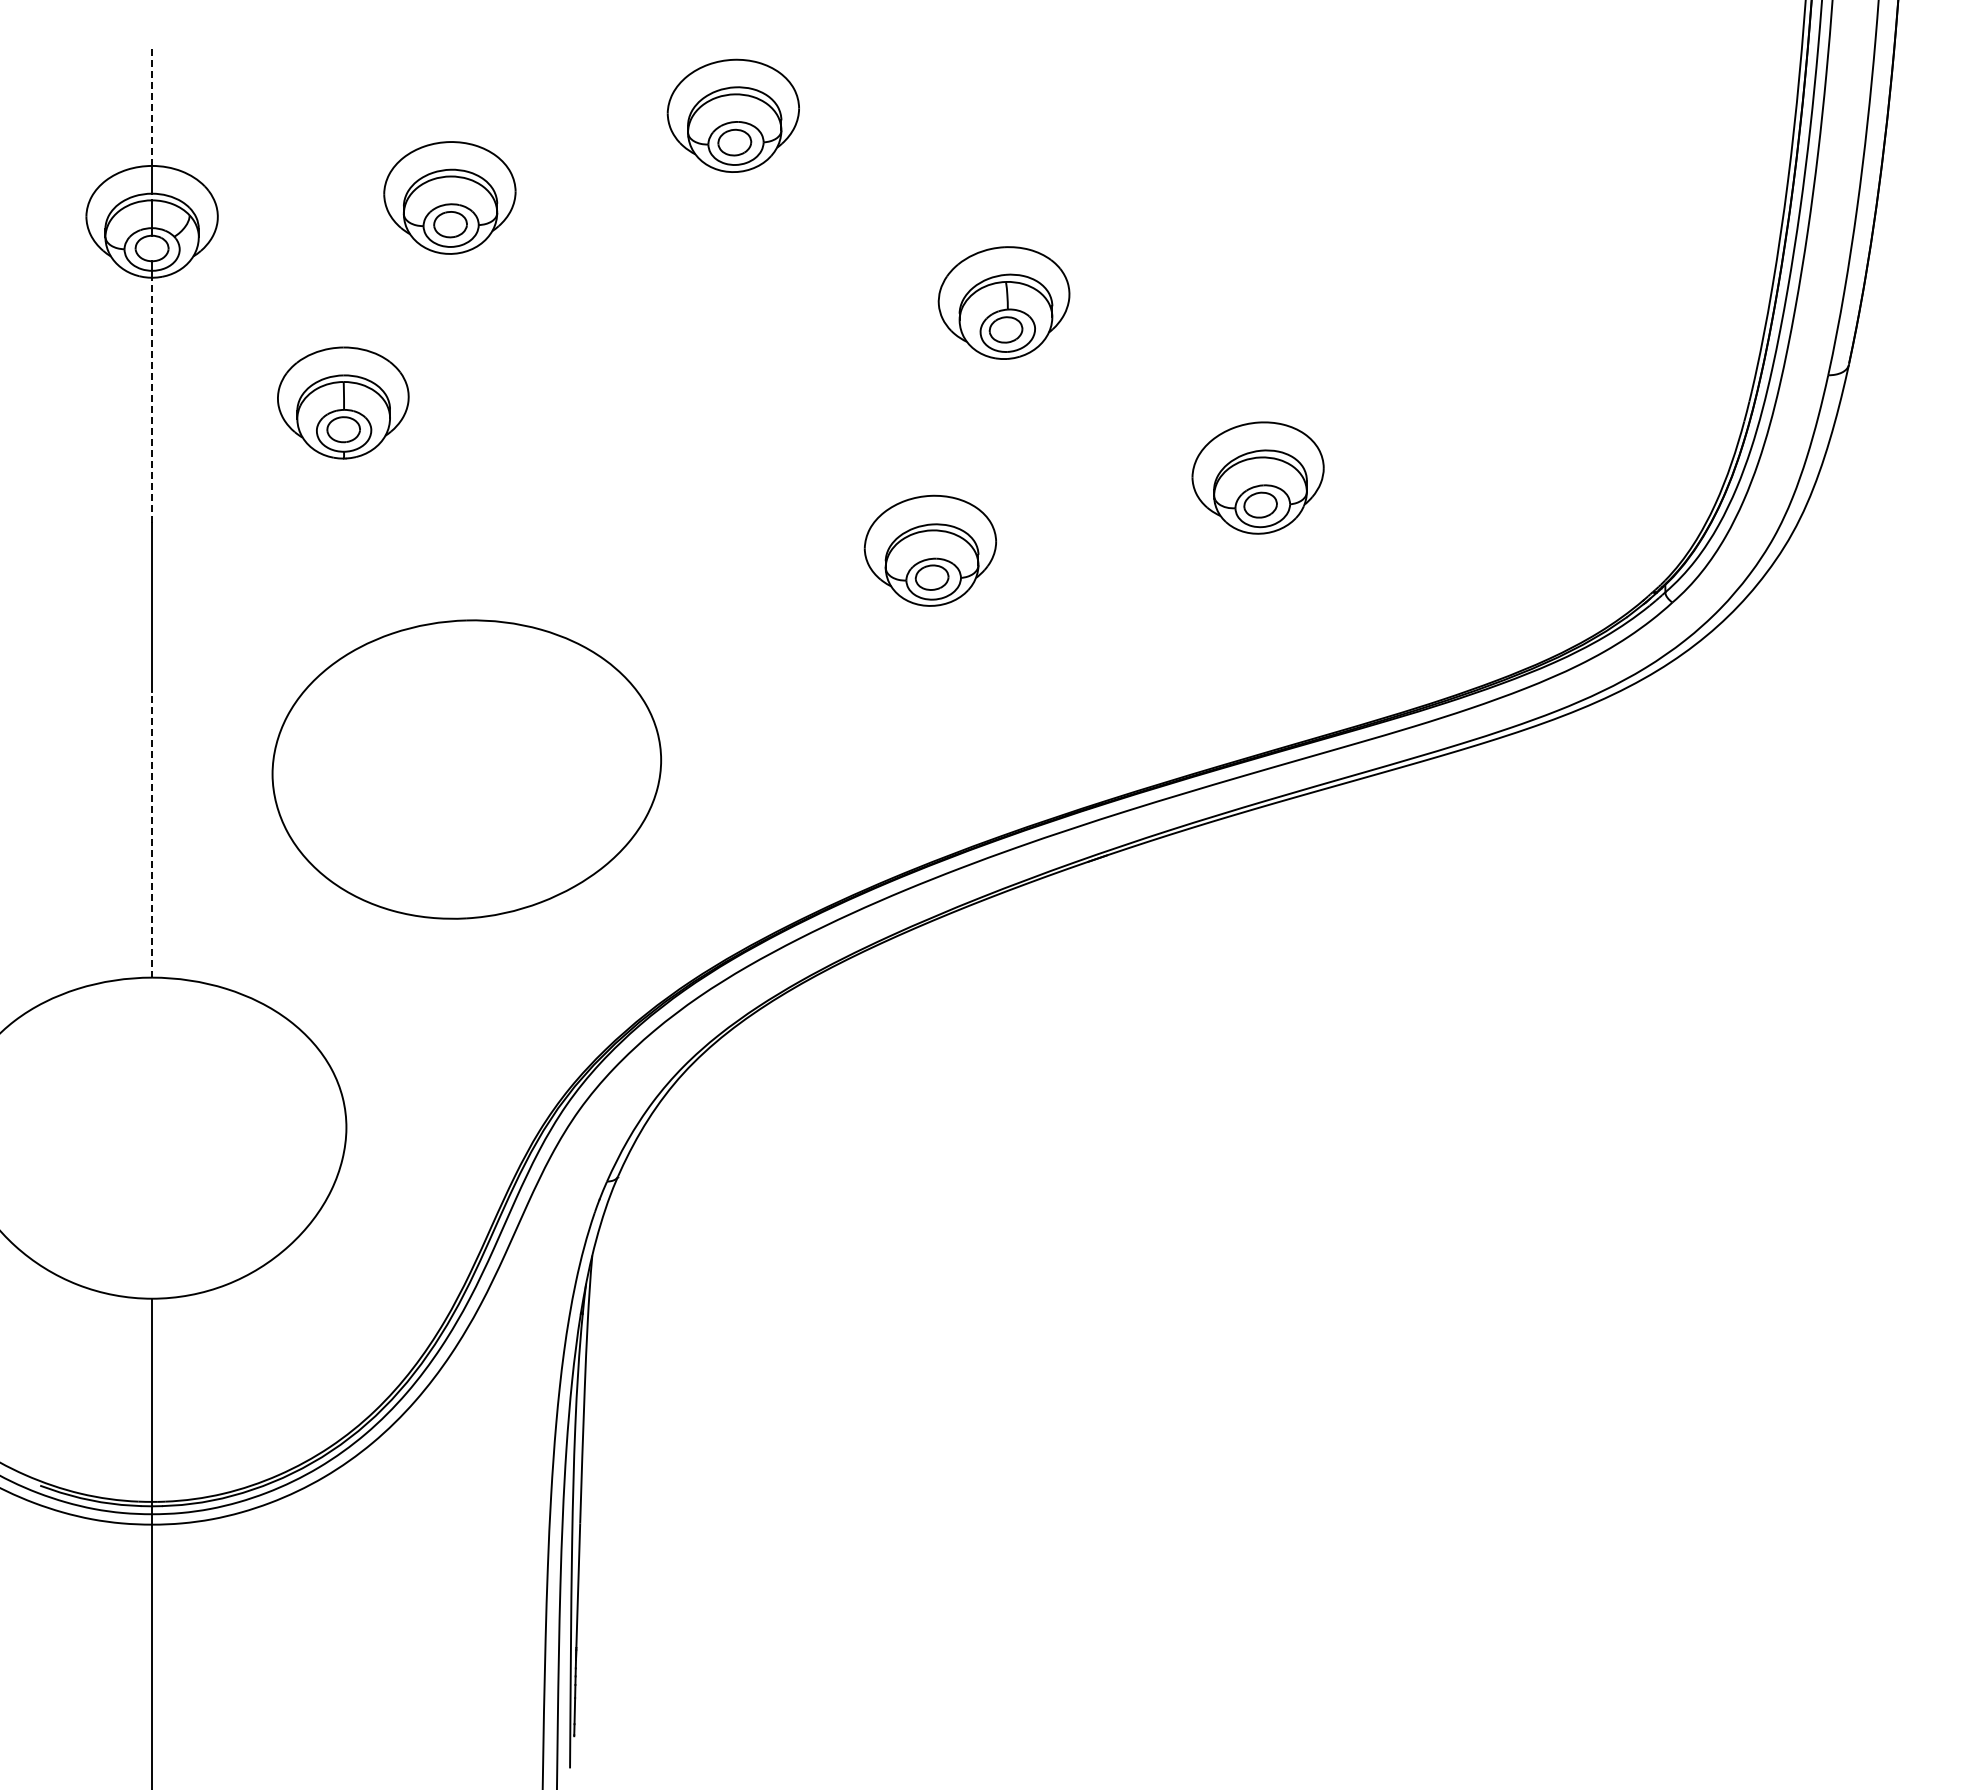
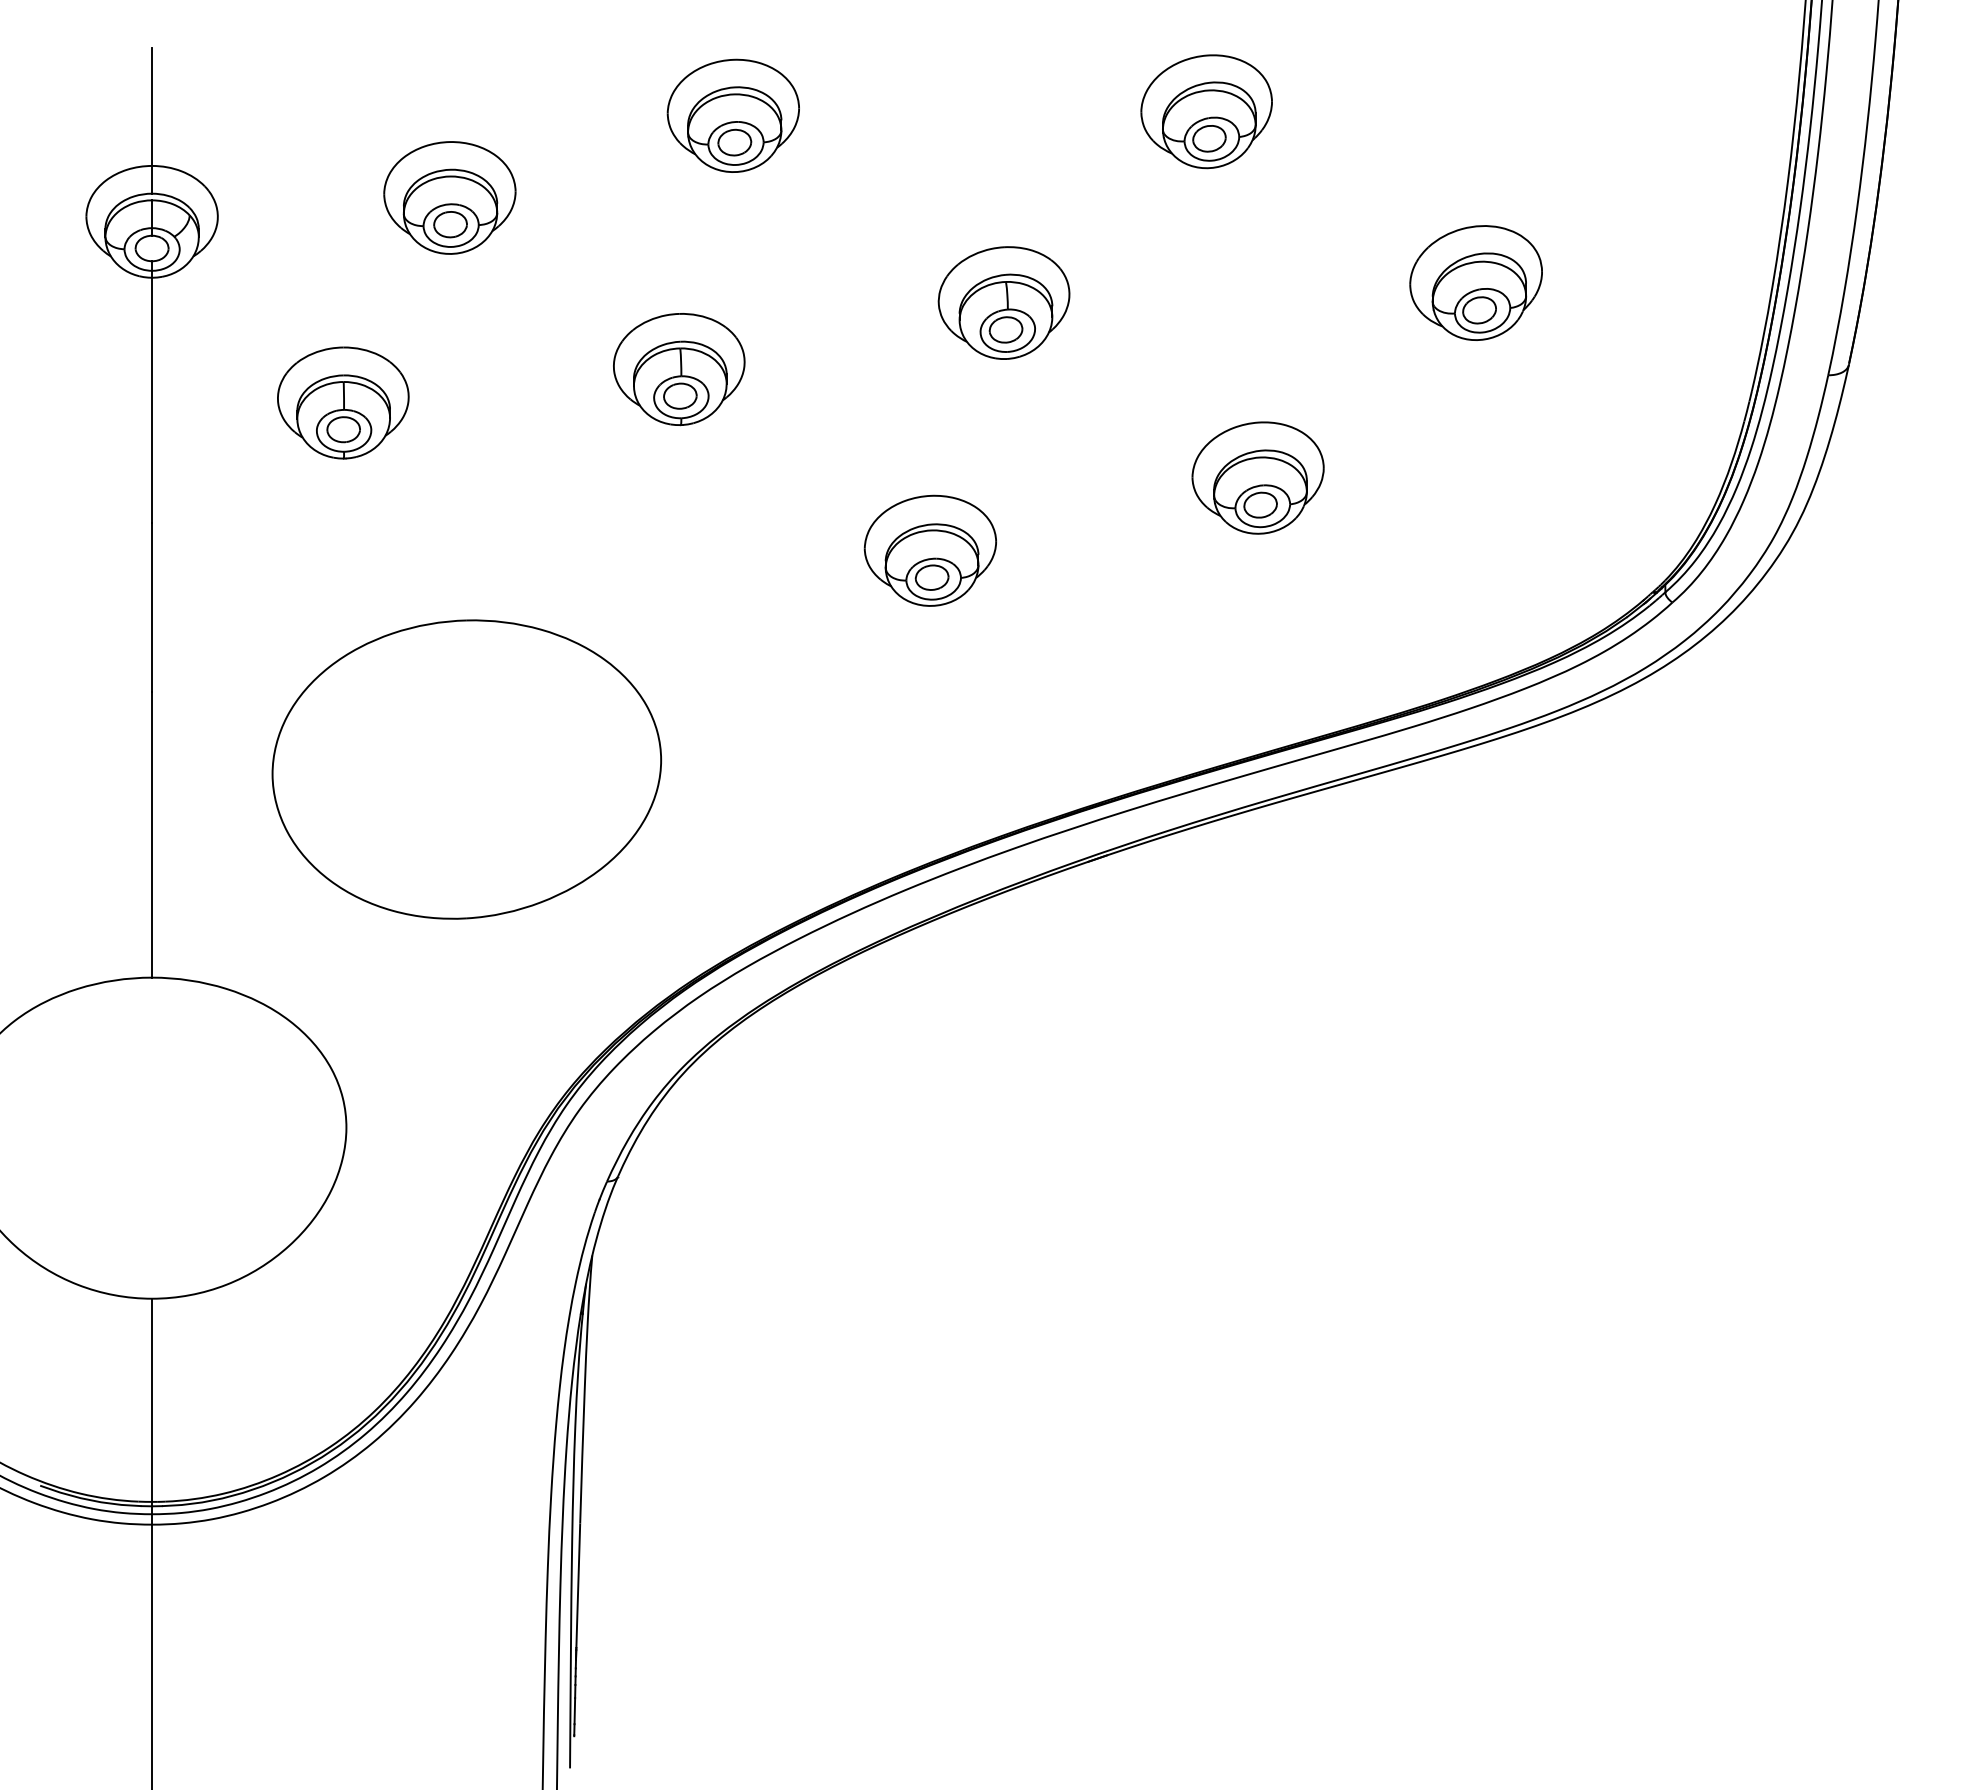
line at (152, 106): dashed -> solid
part at (1206, 111): none -> present
part at (1475, 282): none -> present
part at (679, 369): none -> present
line at (152, 400): dashed -> solid
line at (152, 834): dashed -> solid
